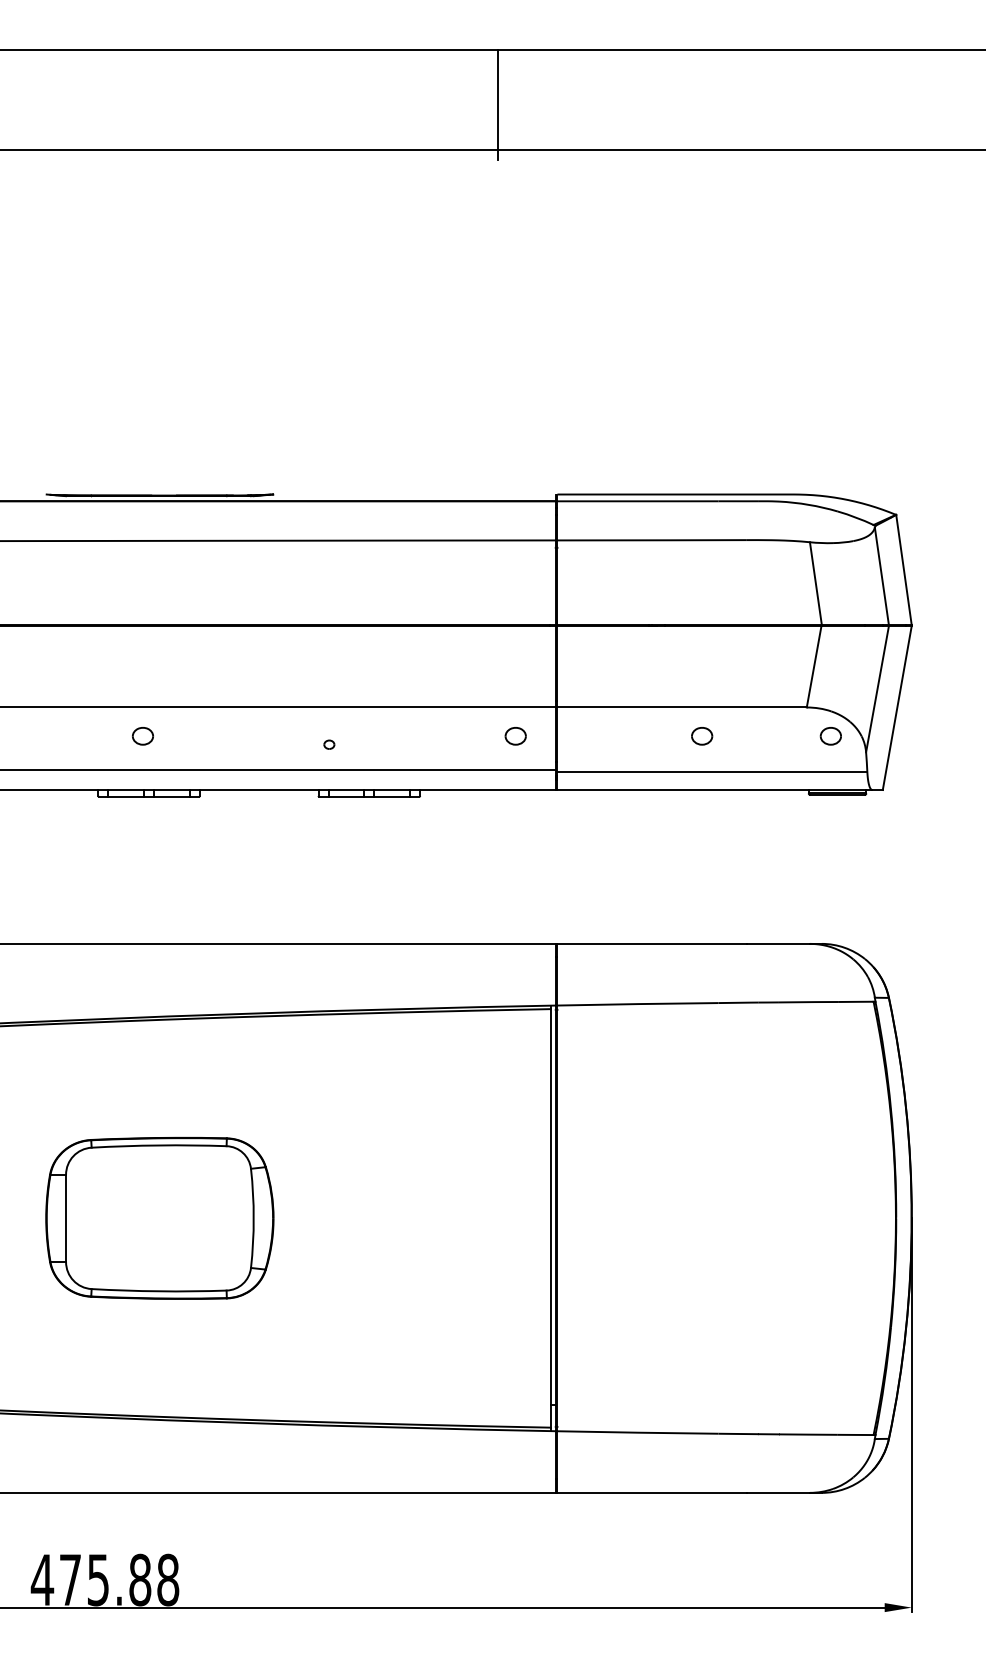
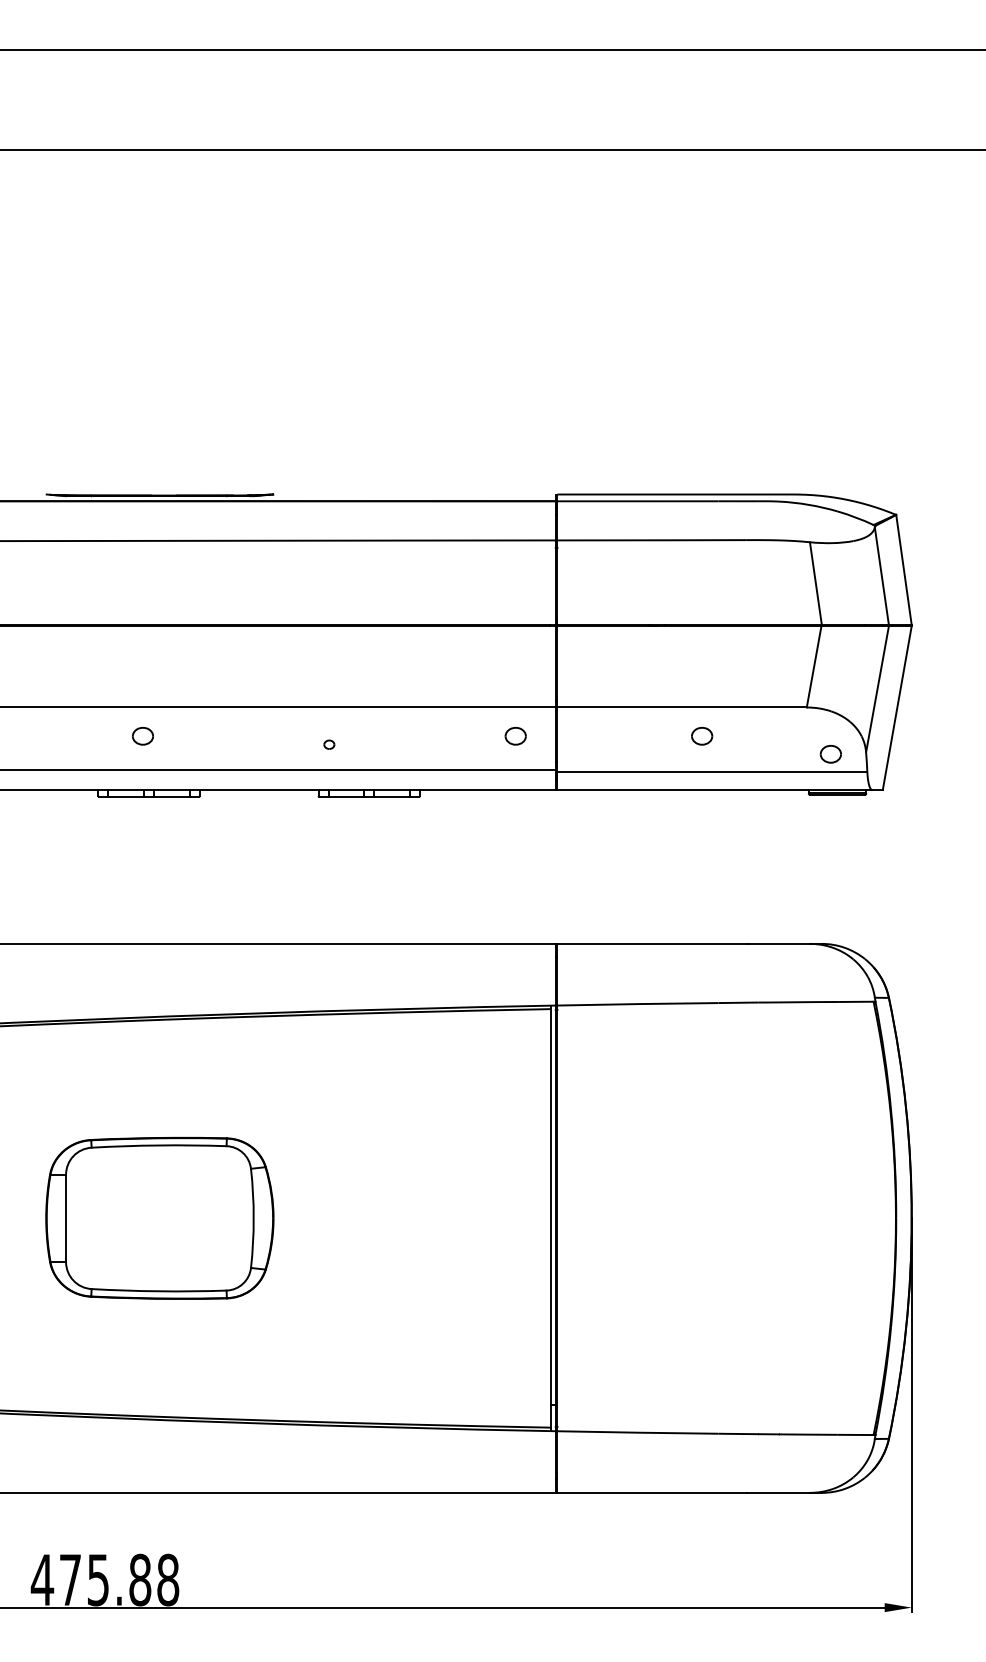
line at (498, 104): present -> none
part at (830, 736) position: (830, 736) -> (830, 754)
